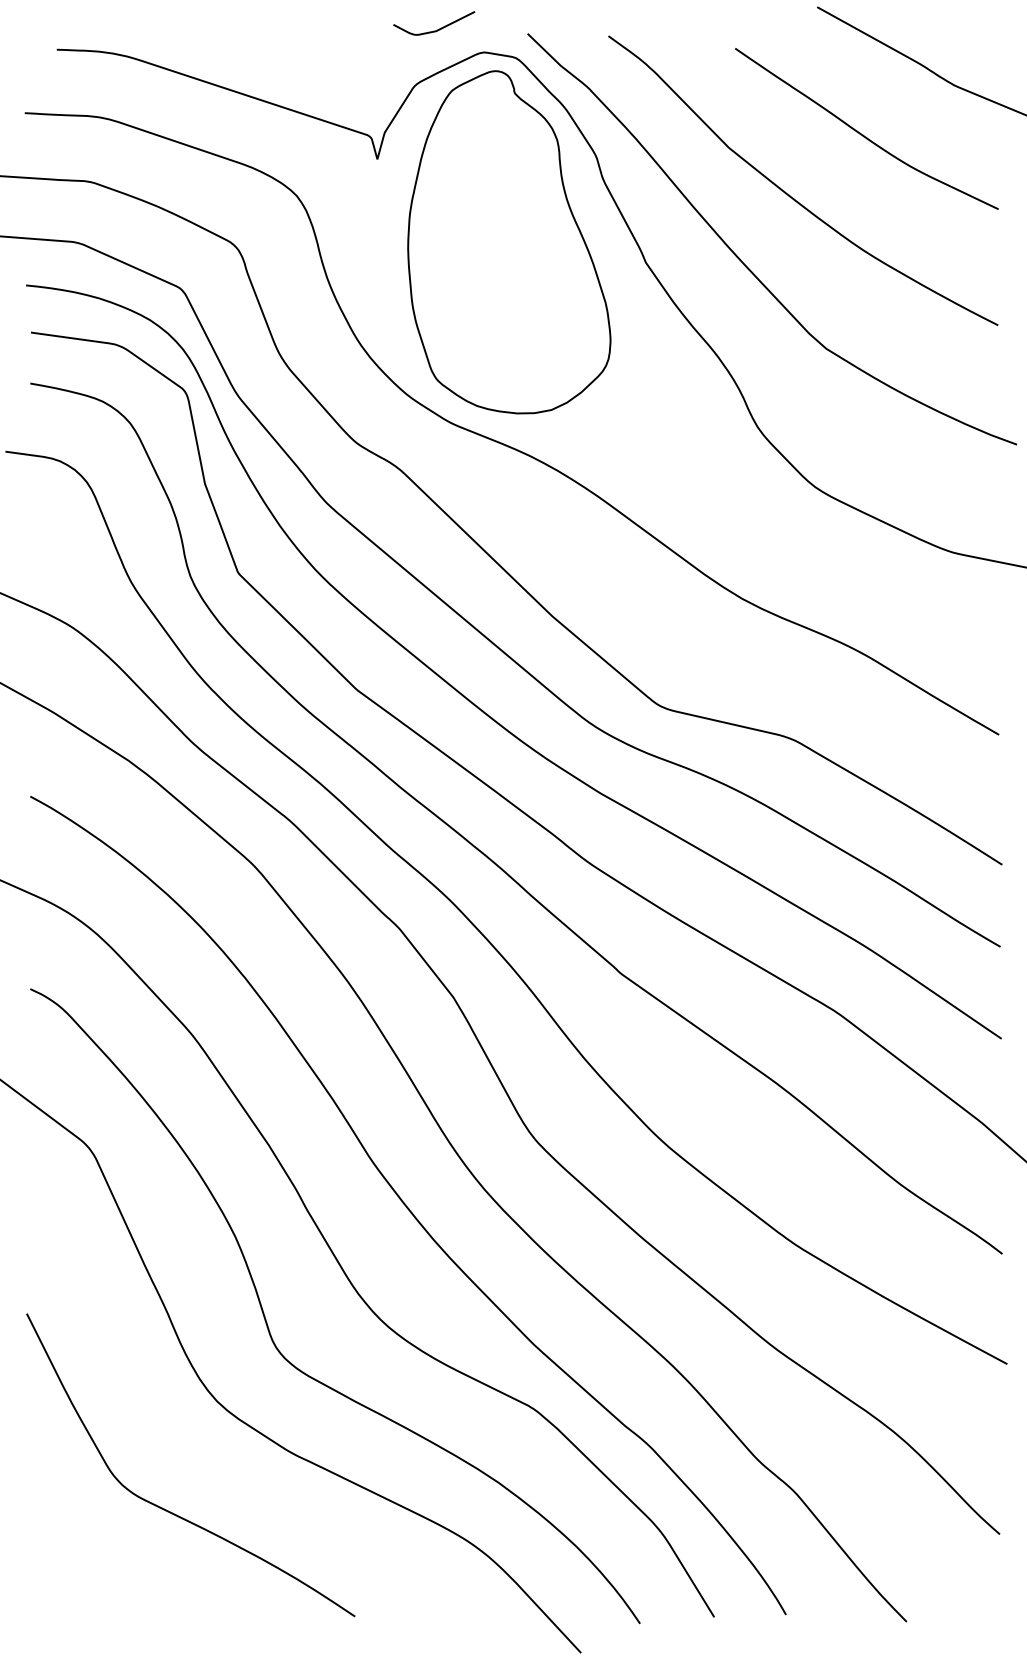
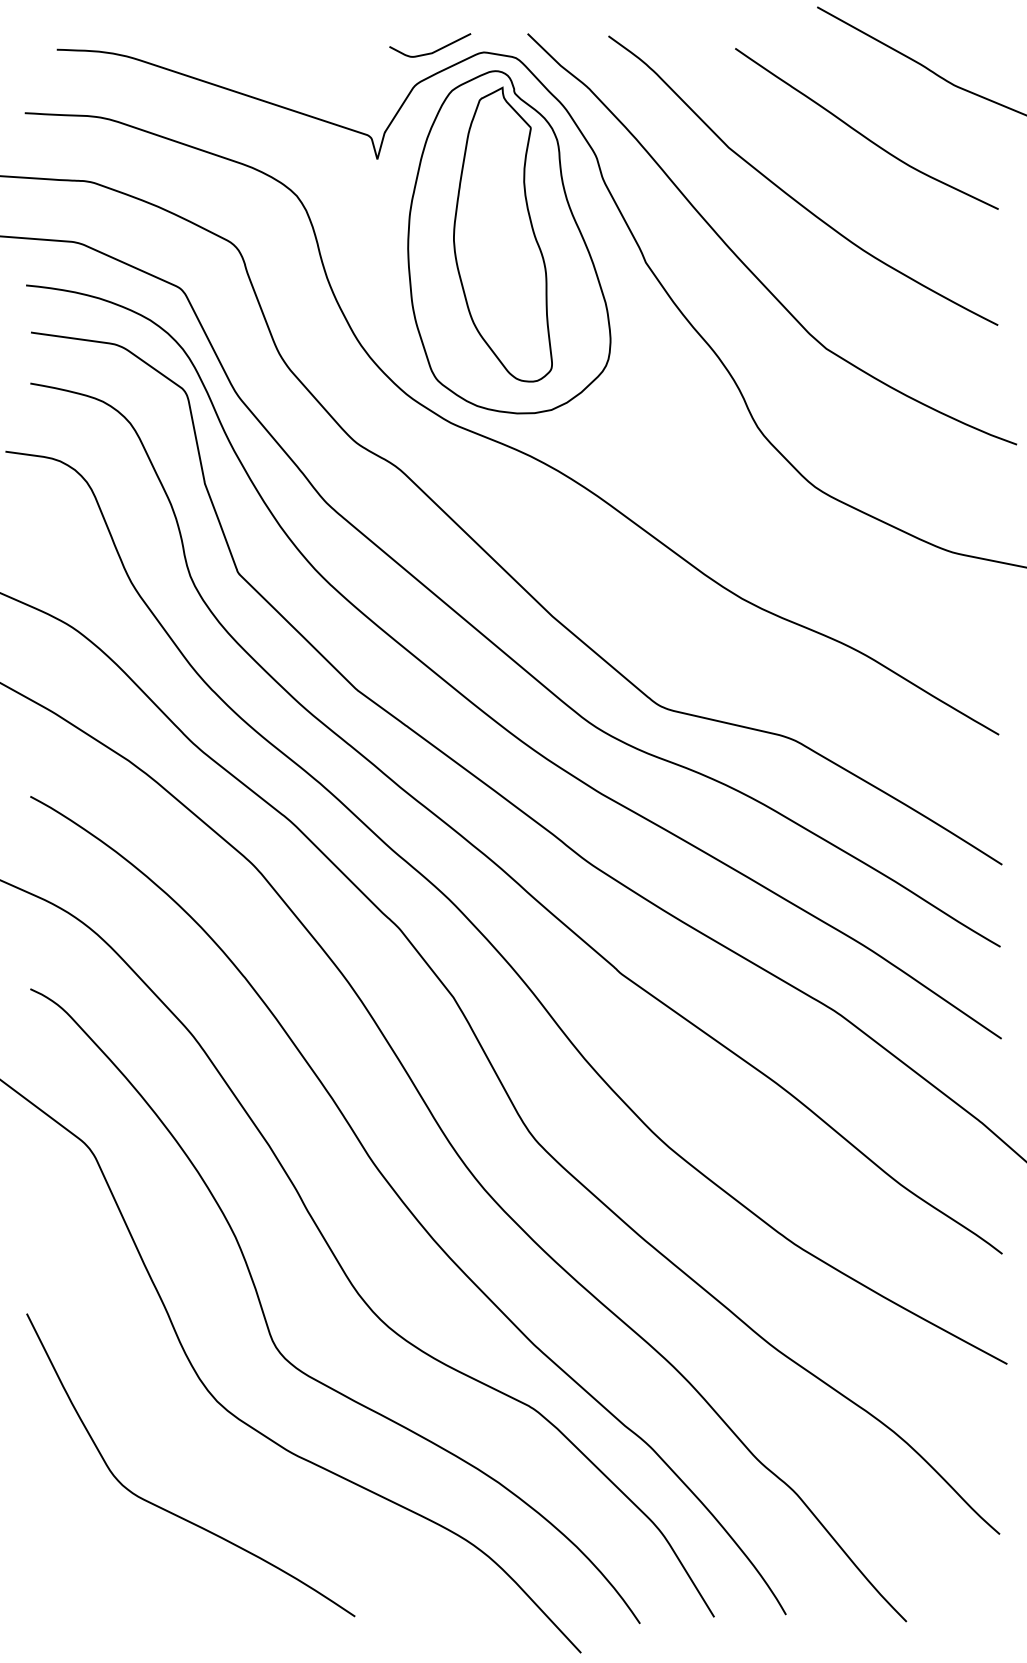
curve at (437, 29) position: (437, 29) -> (433, 51)
part at (502, 234): none -> present
